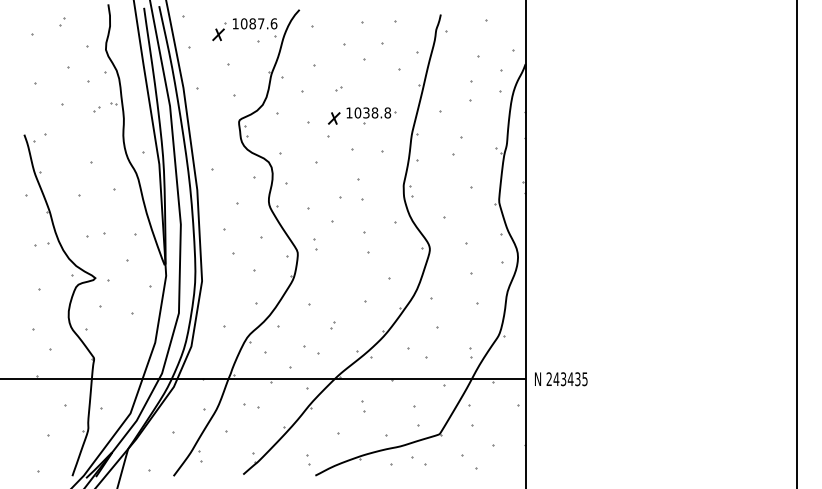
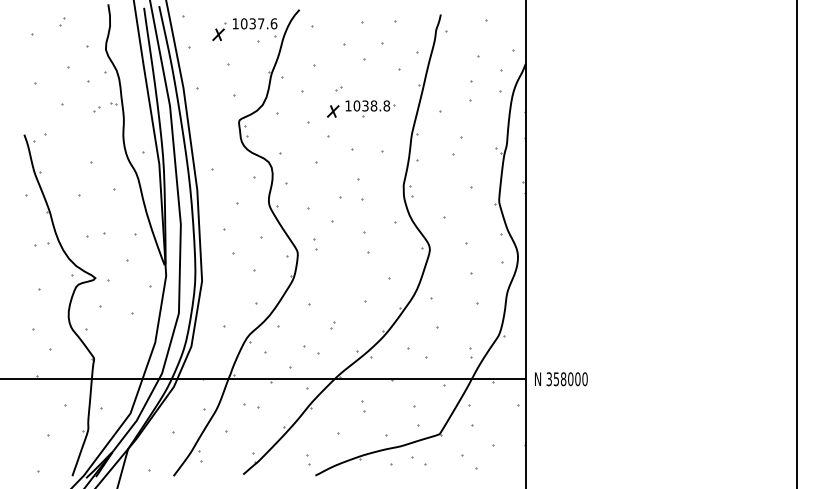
text at (252, 23): 1087.6 -> 1037.6
part at (362, 115) position: (362, 115) -> (361, 108)
text at (566, 379): 243435 -> 358000
